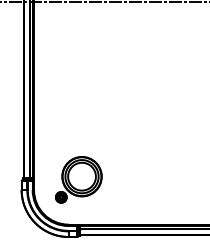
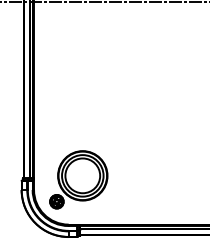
part at (78, 179) size: 48x48 px -> 60x60 px
